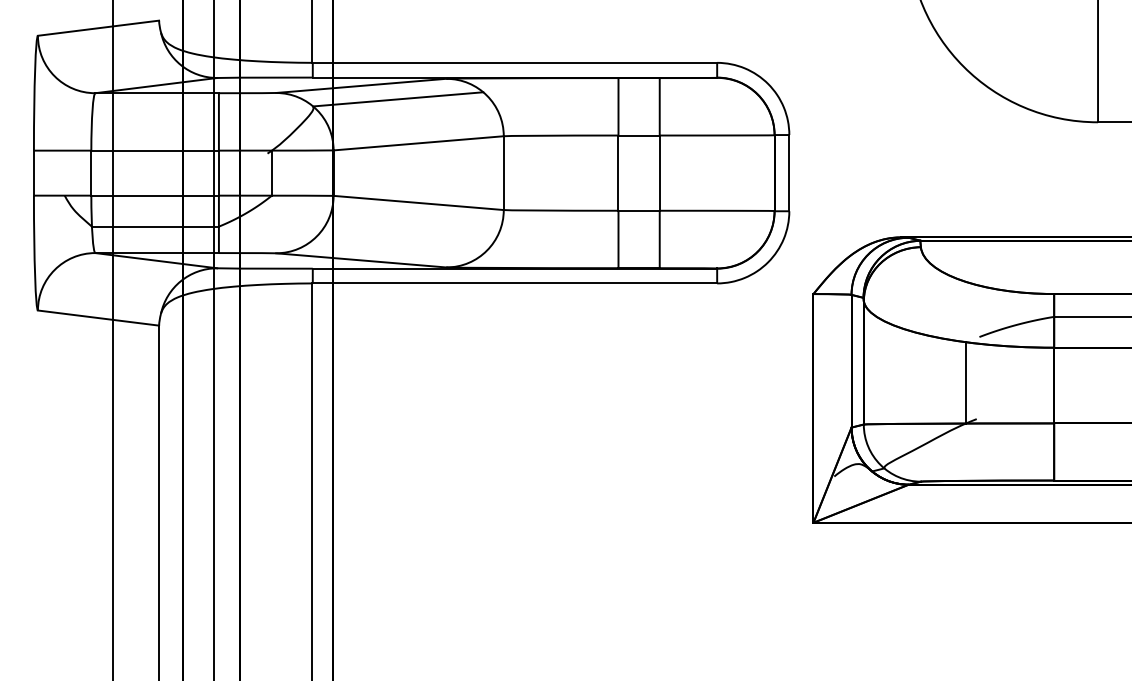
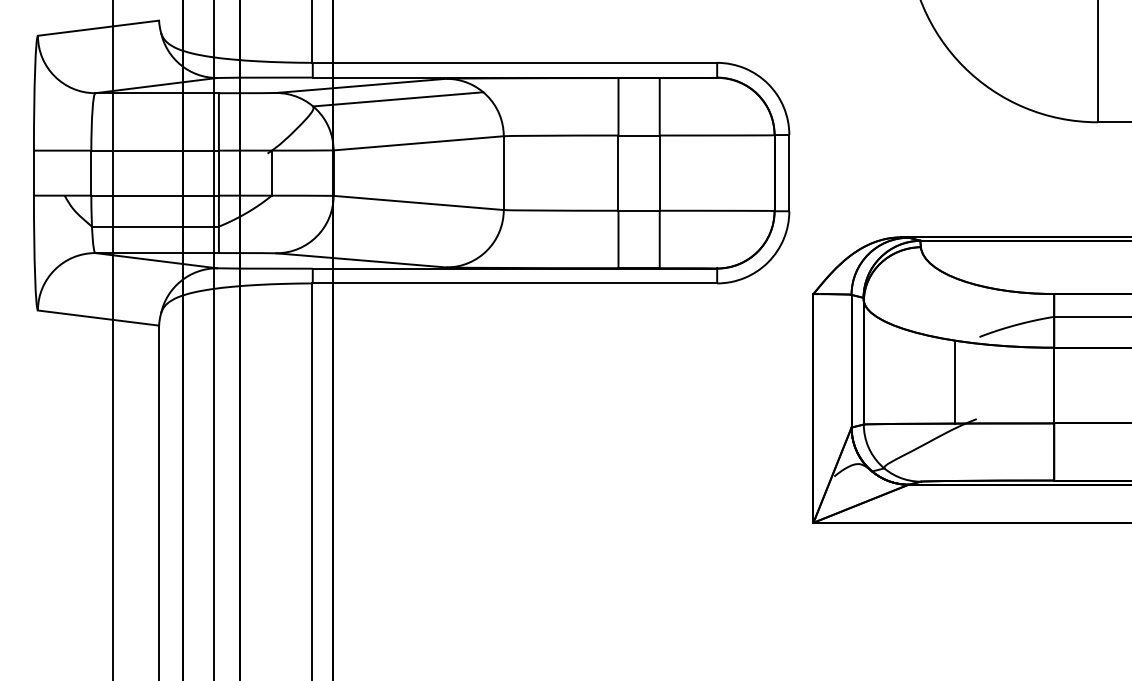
line at (965, 382) position: (965, 382) -> (954, 382)
